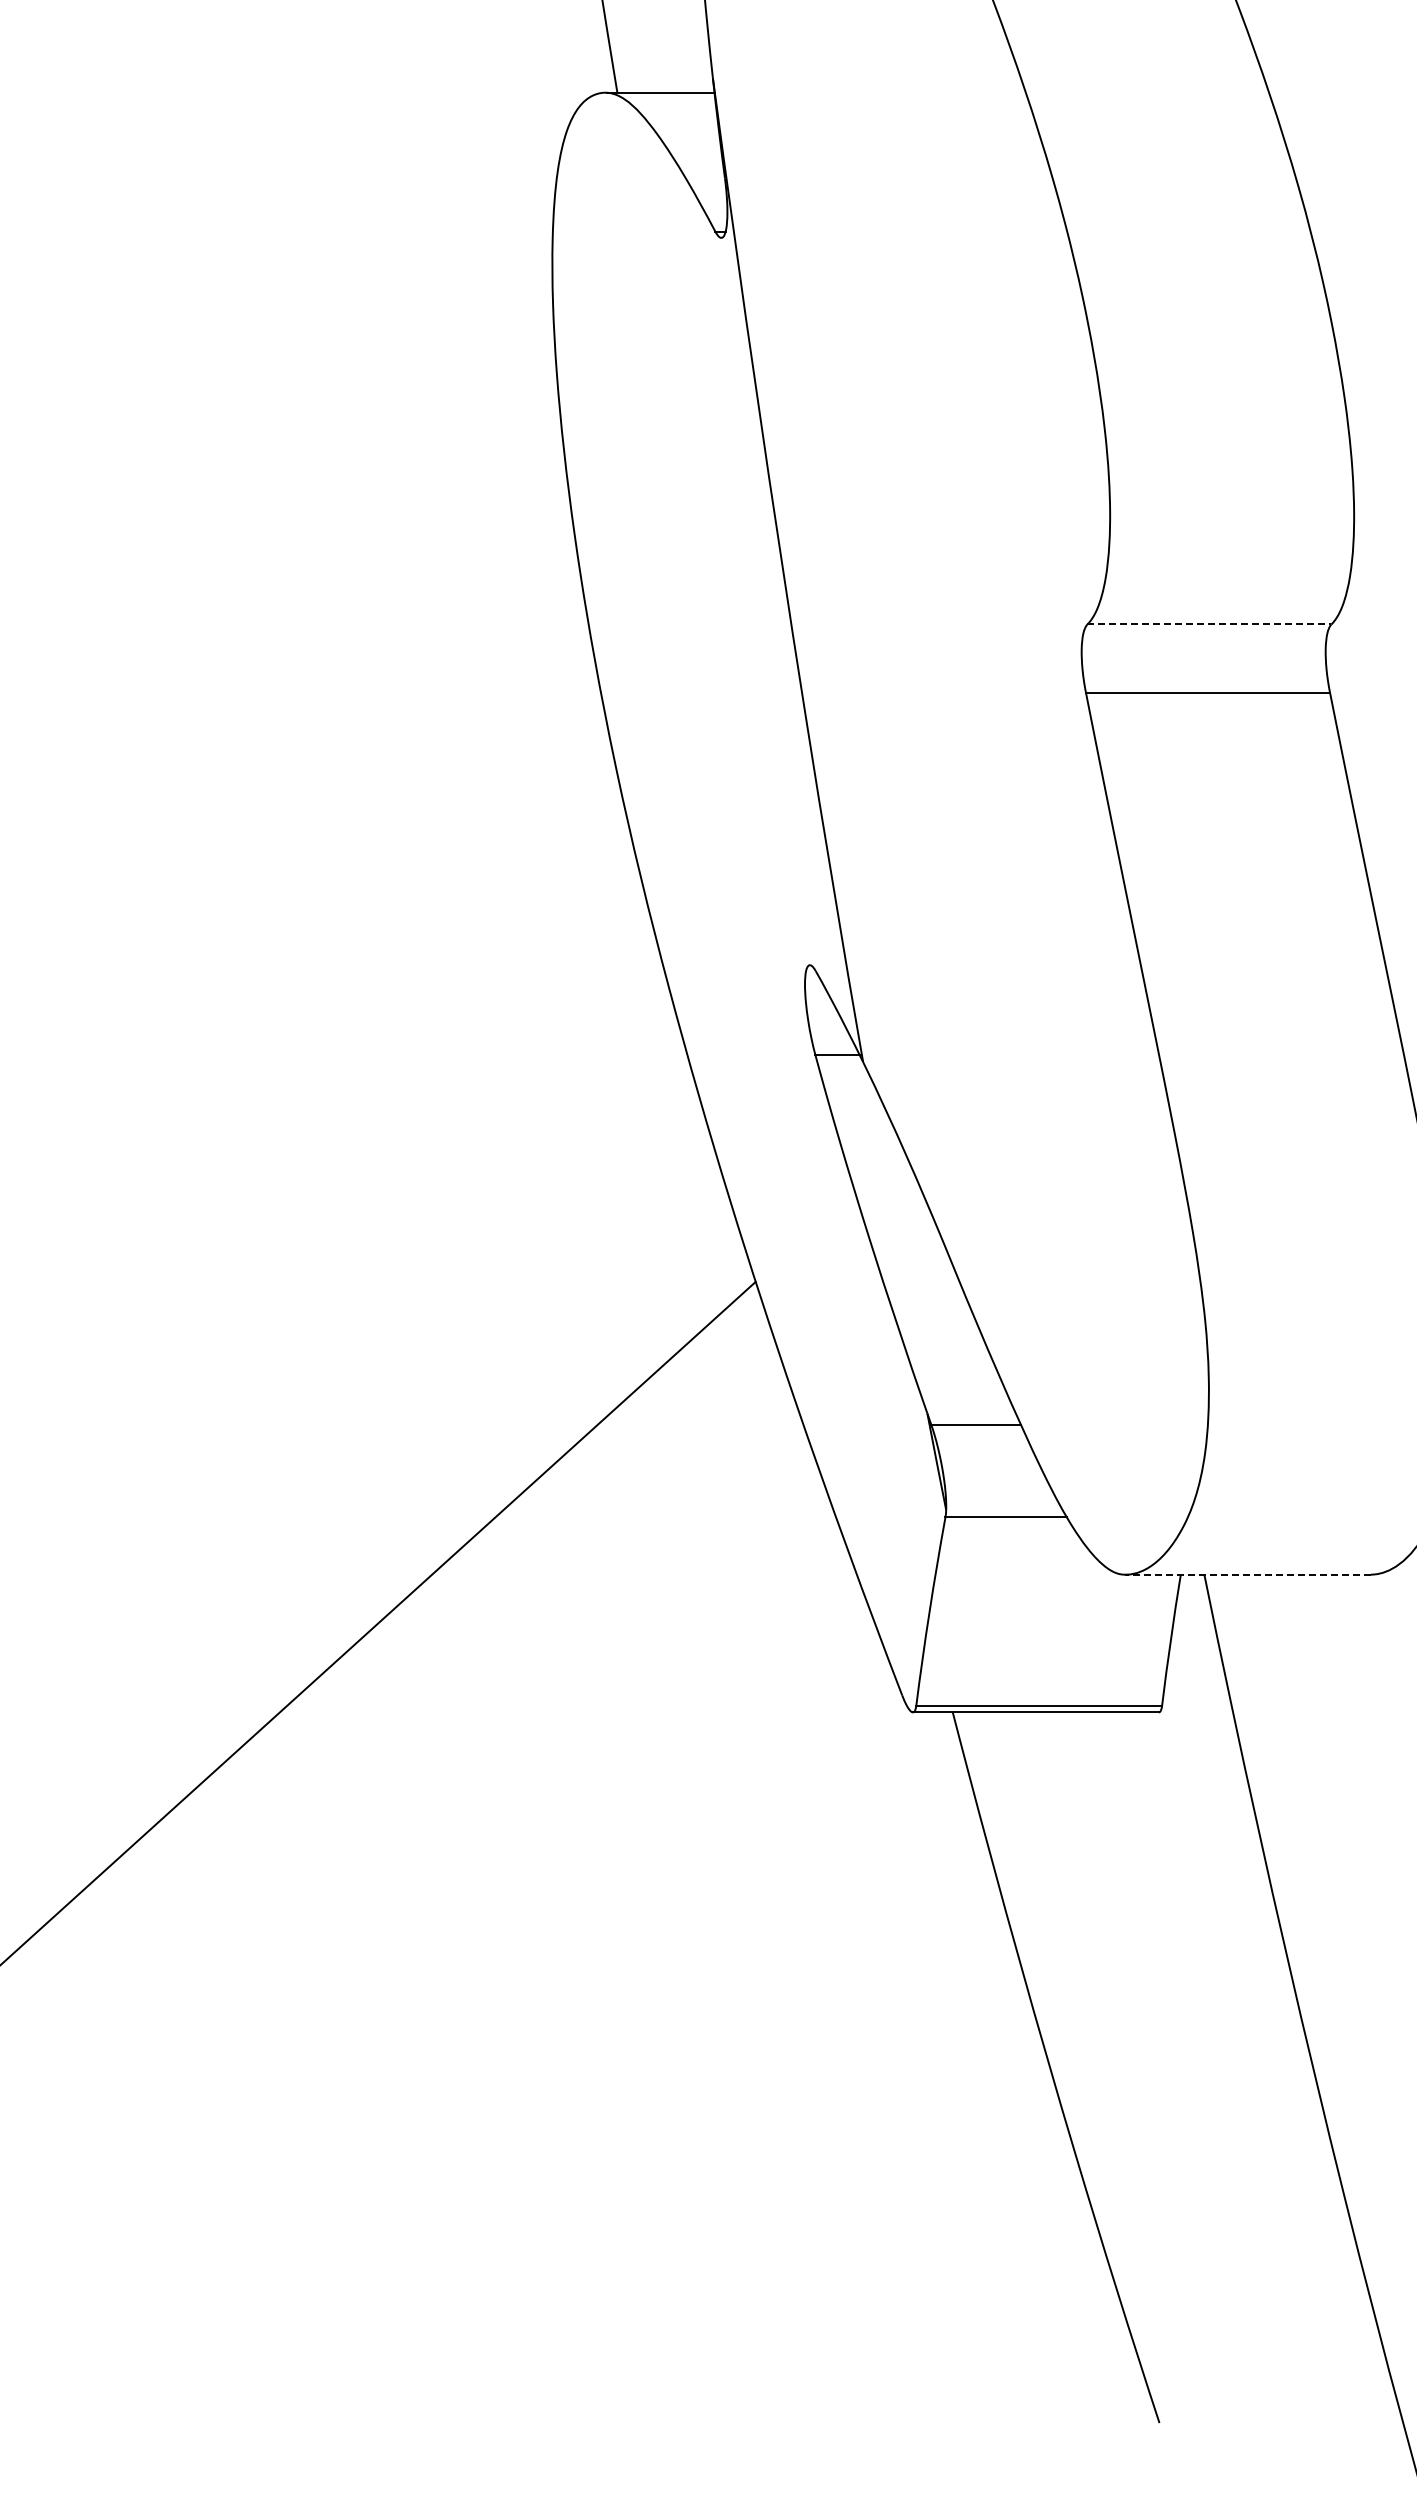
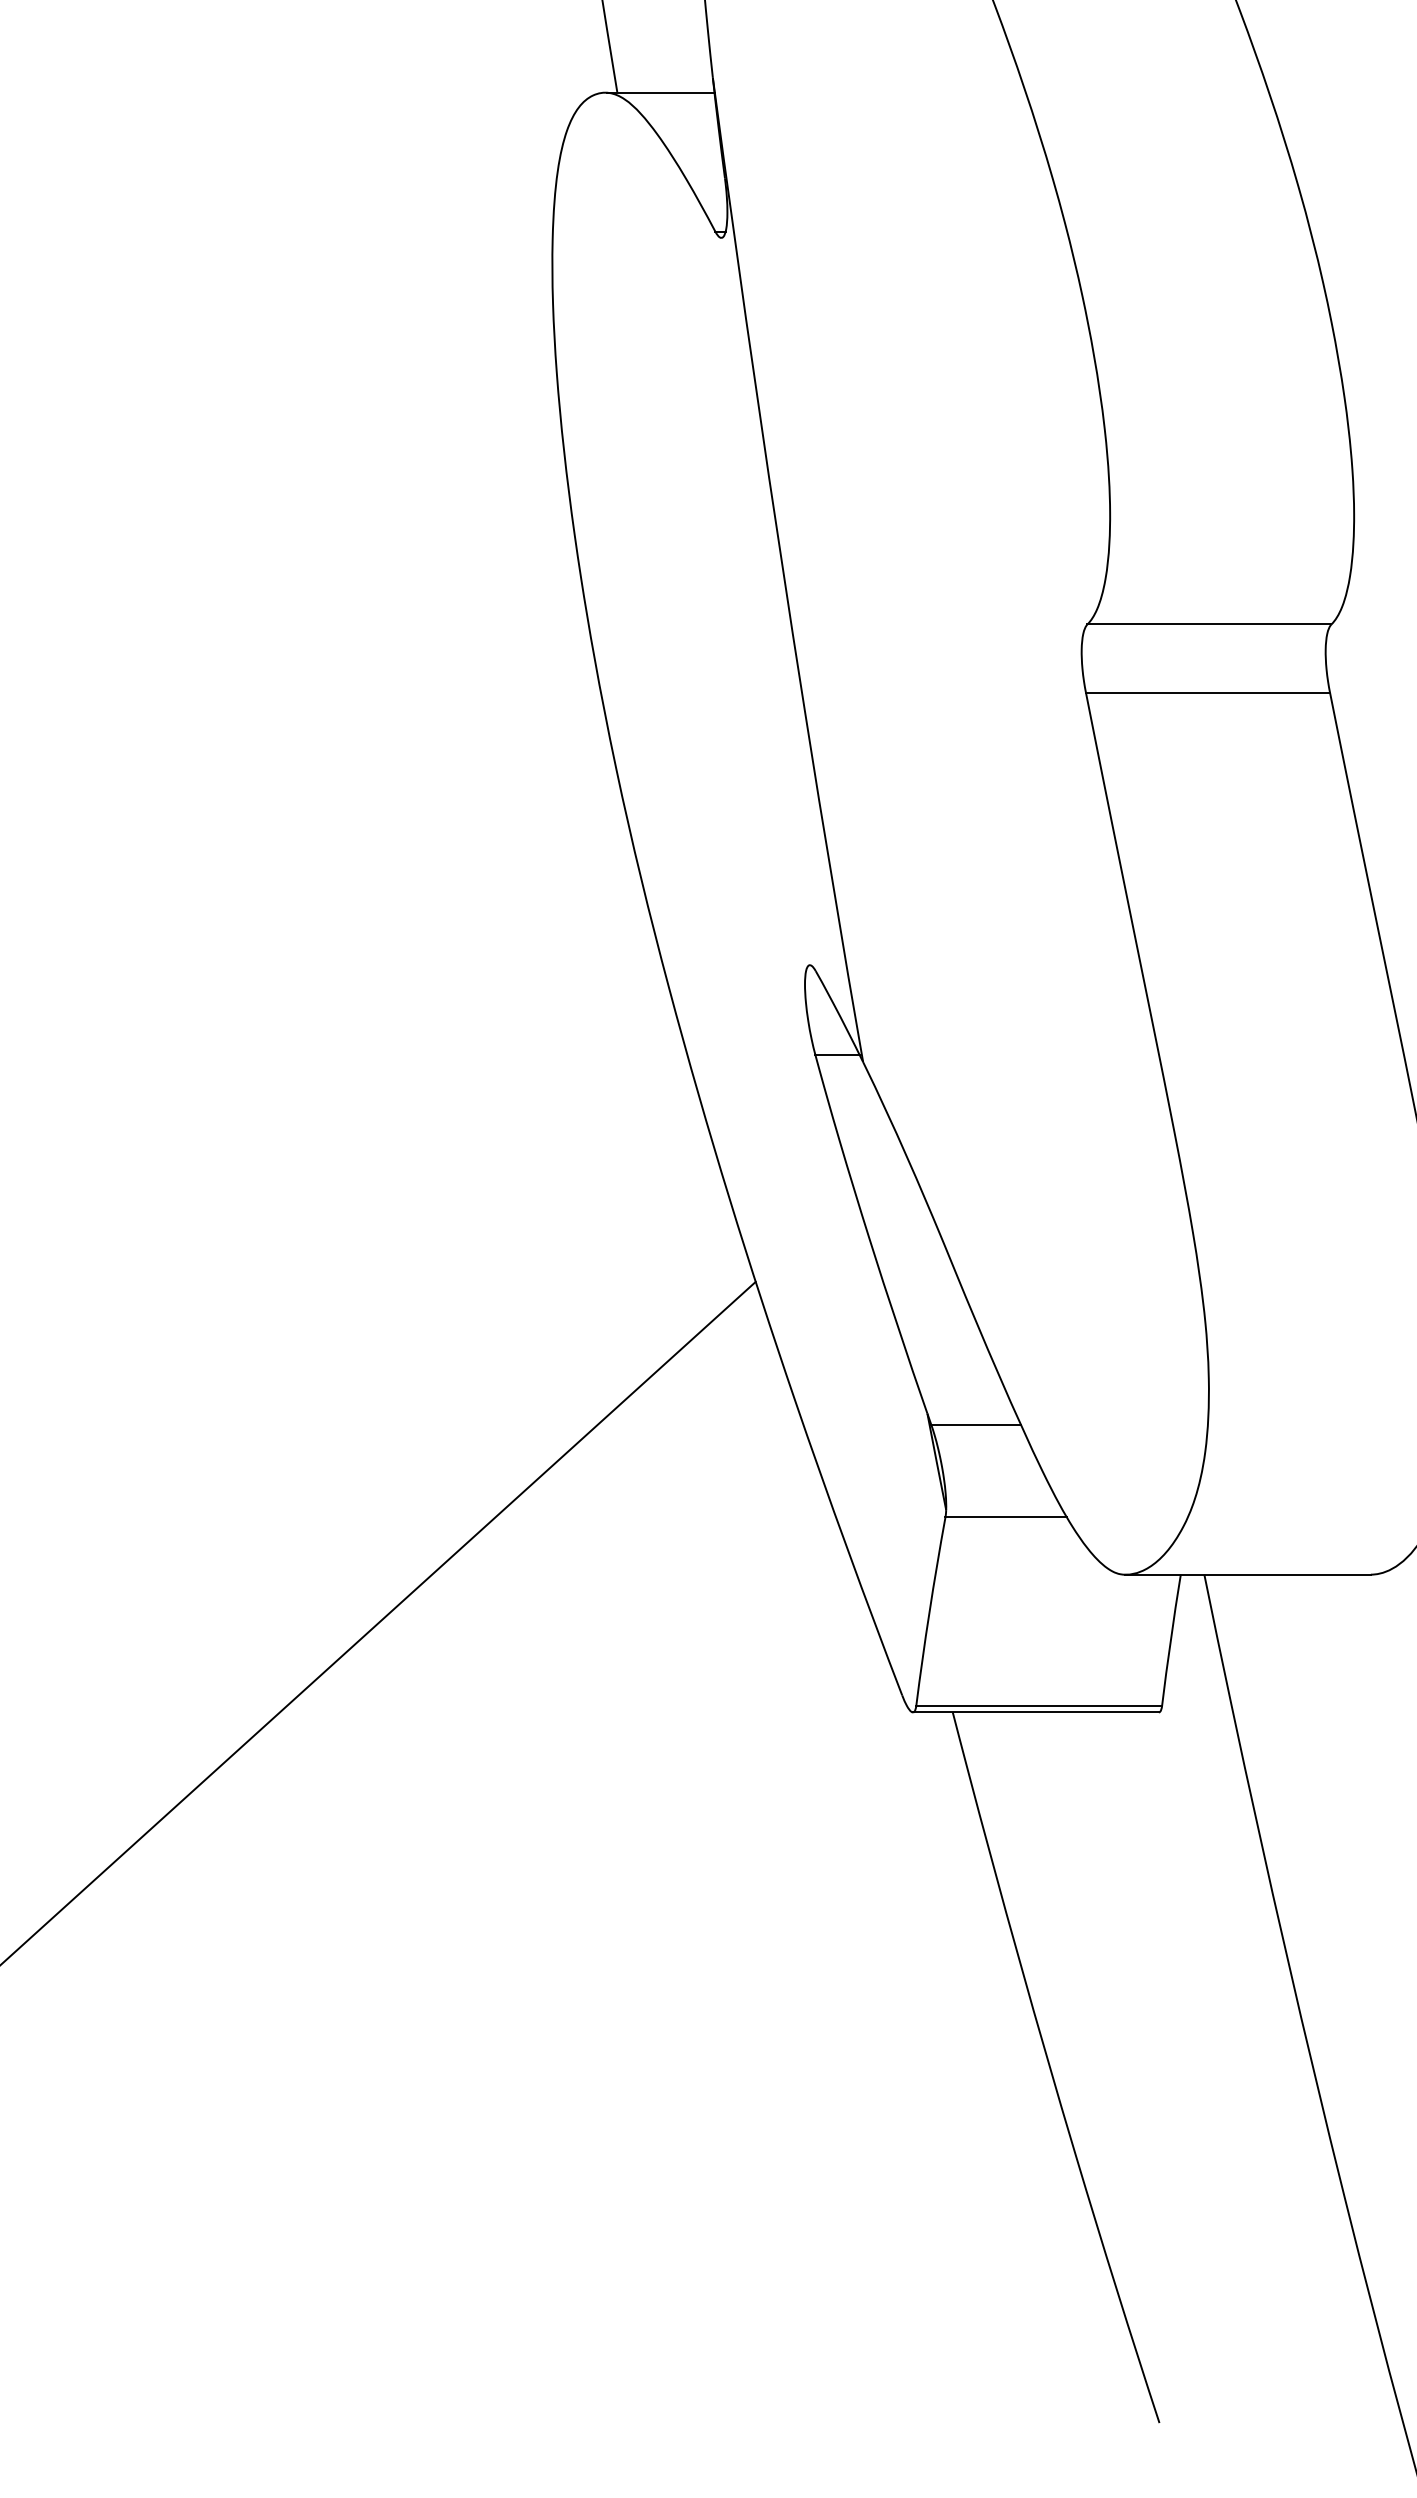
line at (1209, 624): dashed -> solid
line at (1248, 1574): dashed -> solid
